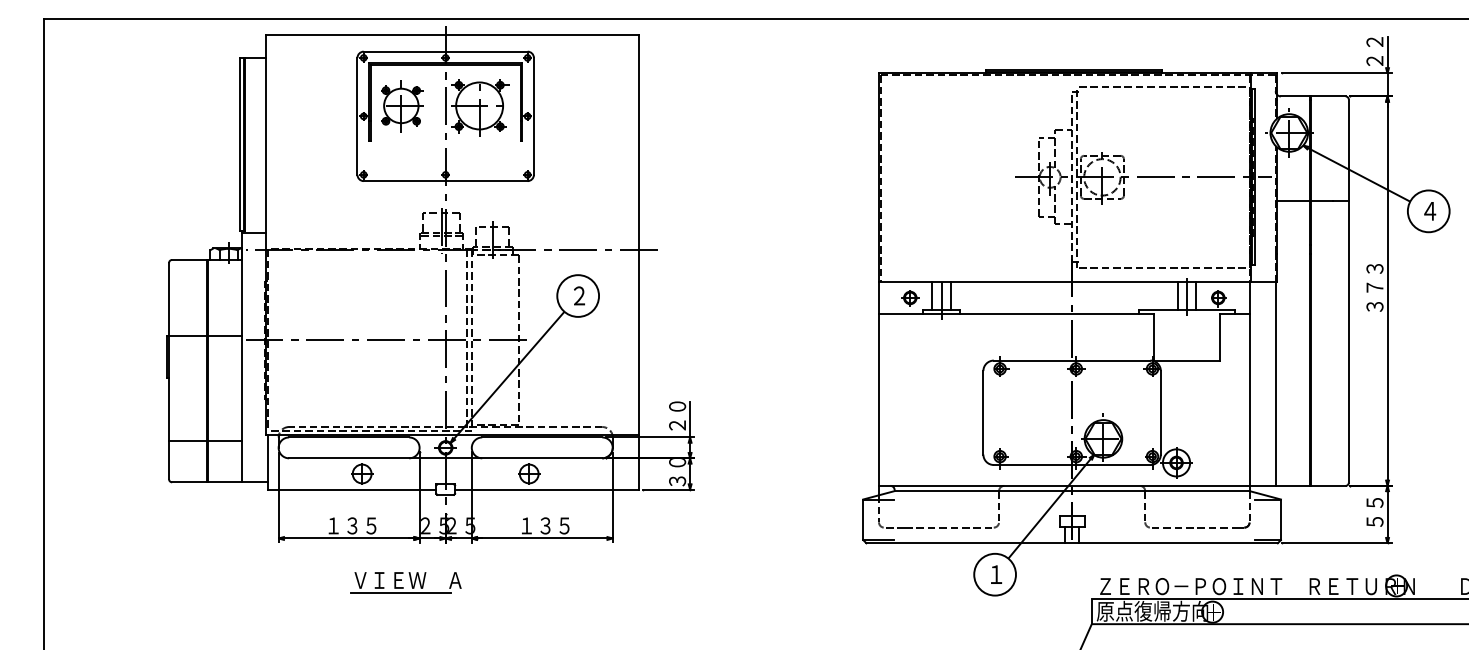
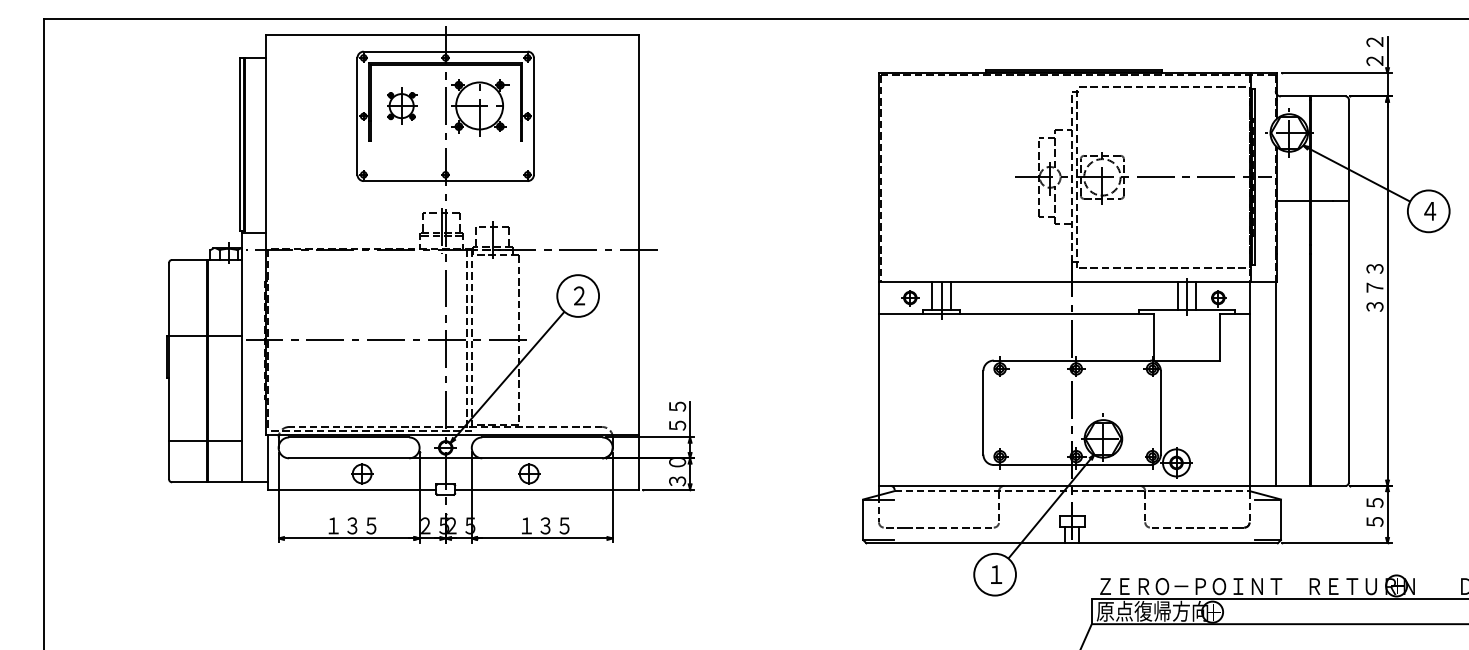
part at (402, 106) size: 43x53 px -> 31x38 px
text at (677, 415): ２０ -> ５５
line at (1072, 491): solid -> dashed
part at (405, 582): present -> none
